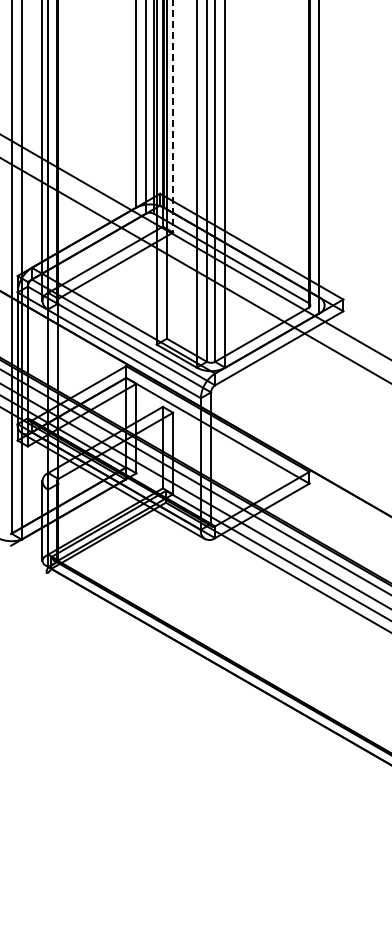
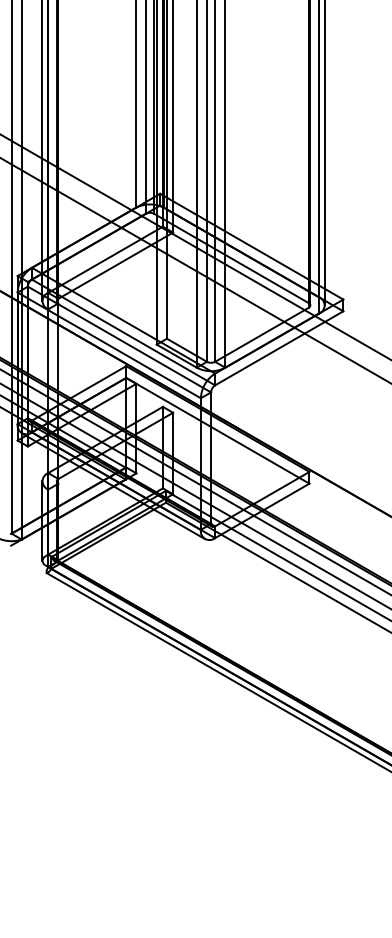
line at (173, 116): dashed -> solid
line at (324, 153): none -> present
line at (217, 671): none -> present
